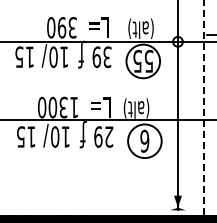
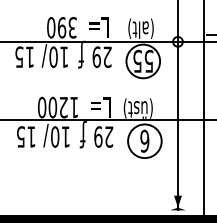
text at (107, 56): 39 -> 29
text at (63, 106): 1300 -> 1200
text at (142, 108): (alt) -> (üst)
line at (203, 108): dashed -> solid
